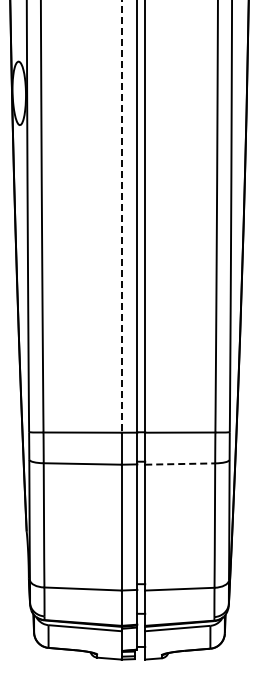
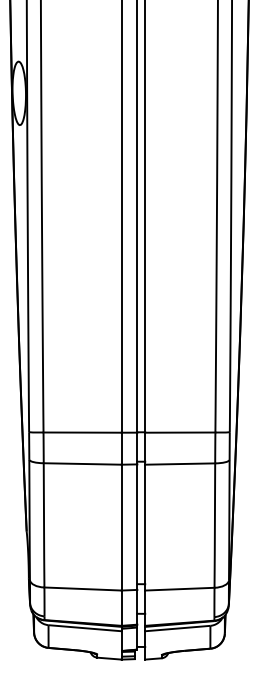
line at (121, 216): dashed -> solid
line at (180, 464): dashed -> solid
